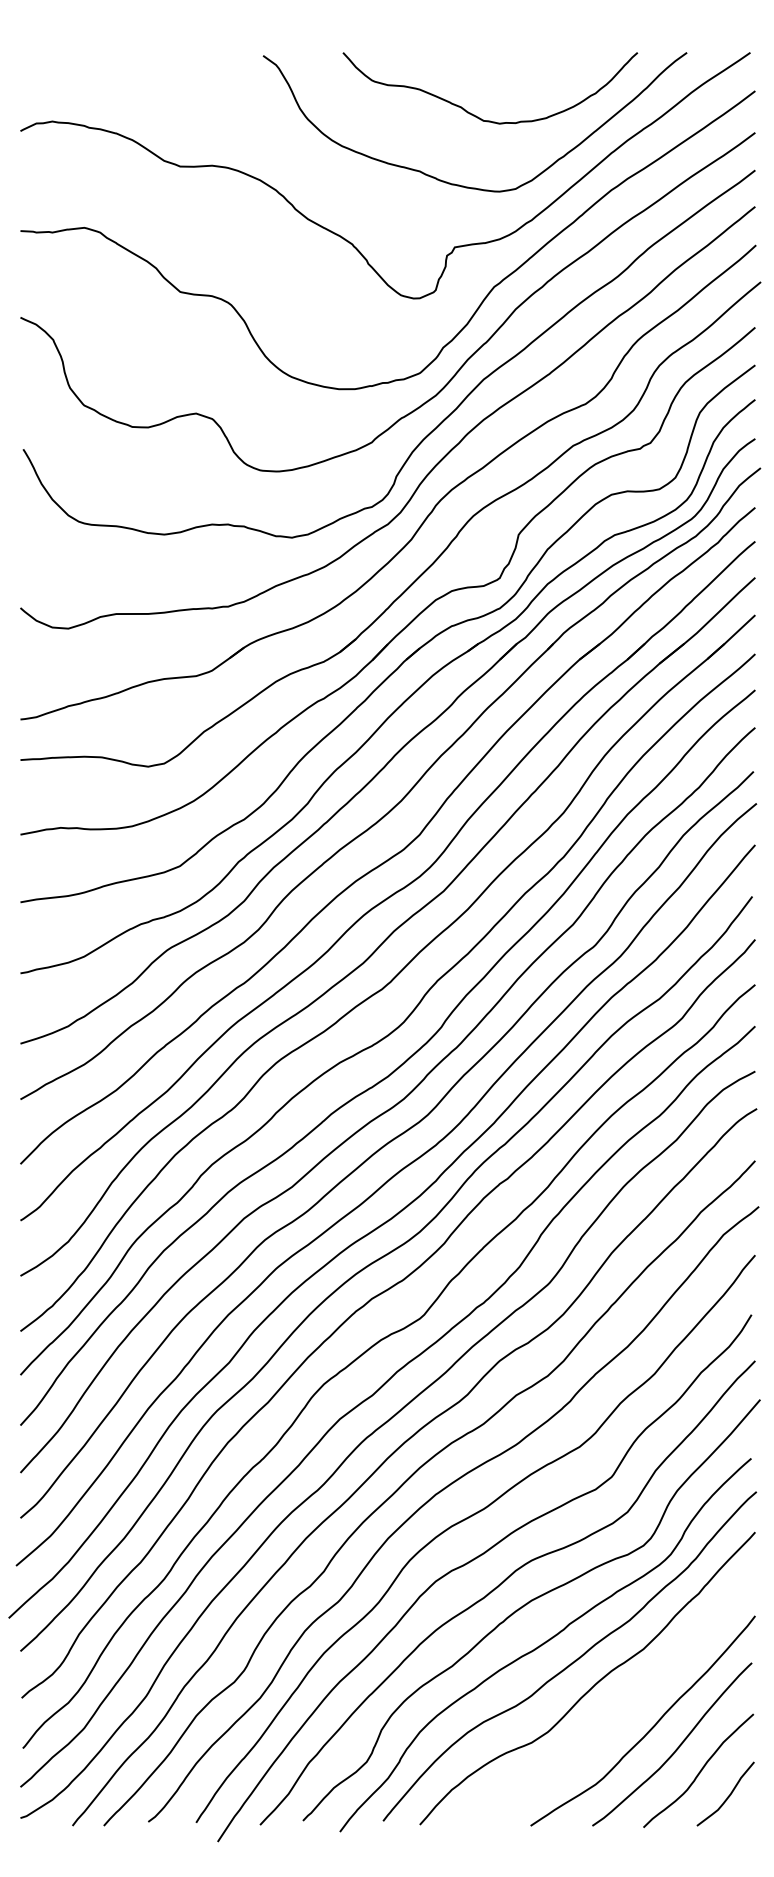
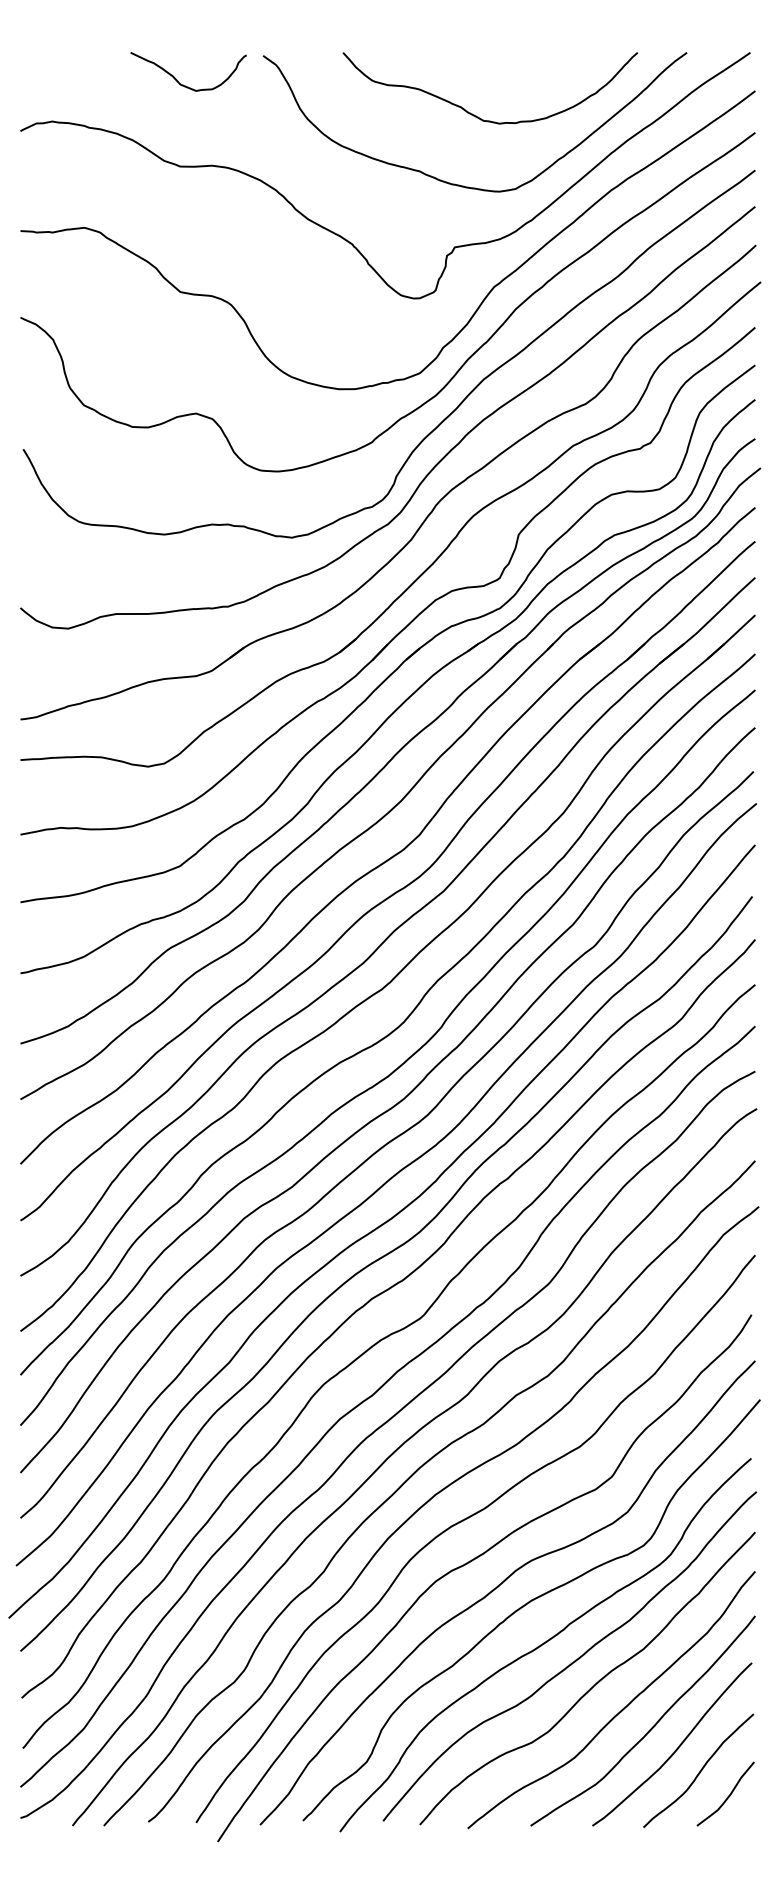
curve at (177, 79): none -> present
curve at (621, 1709): none -> present
